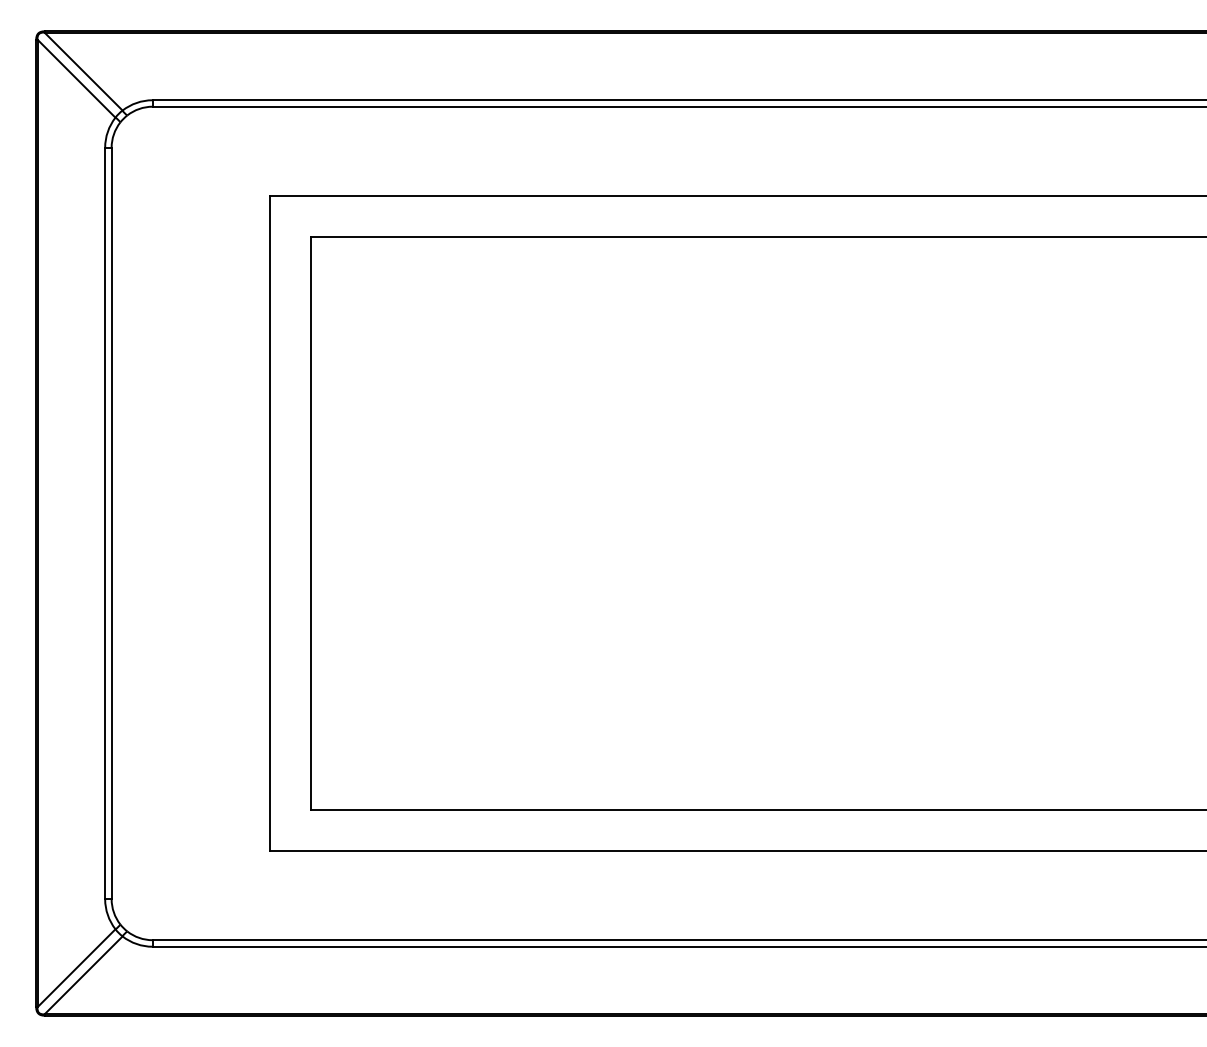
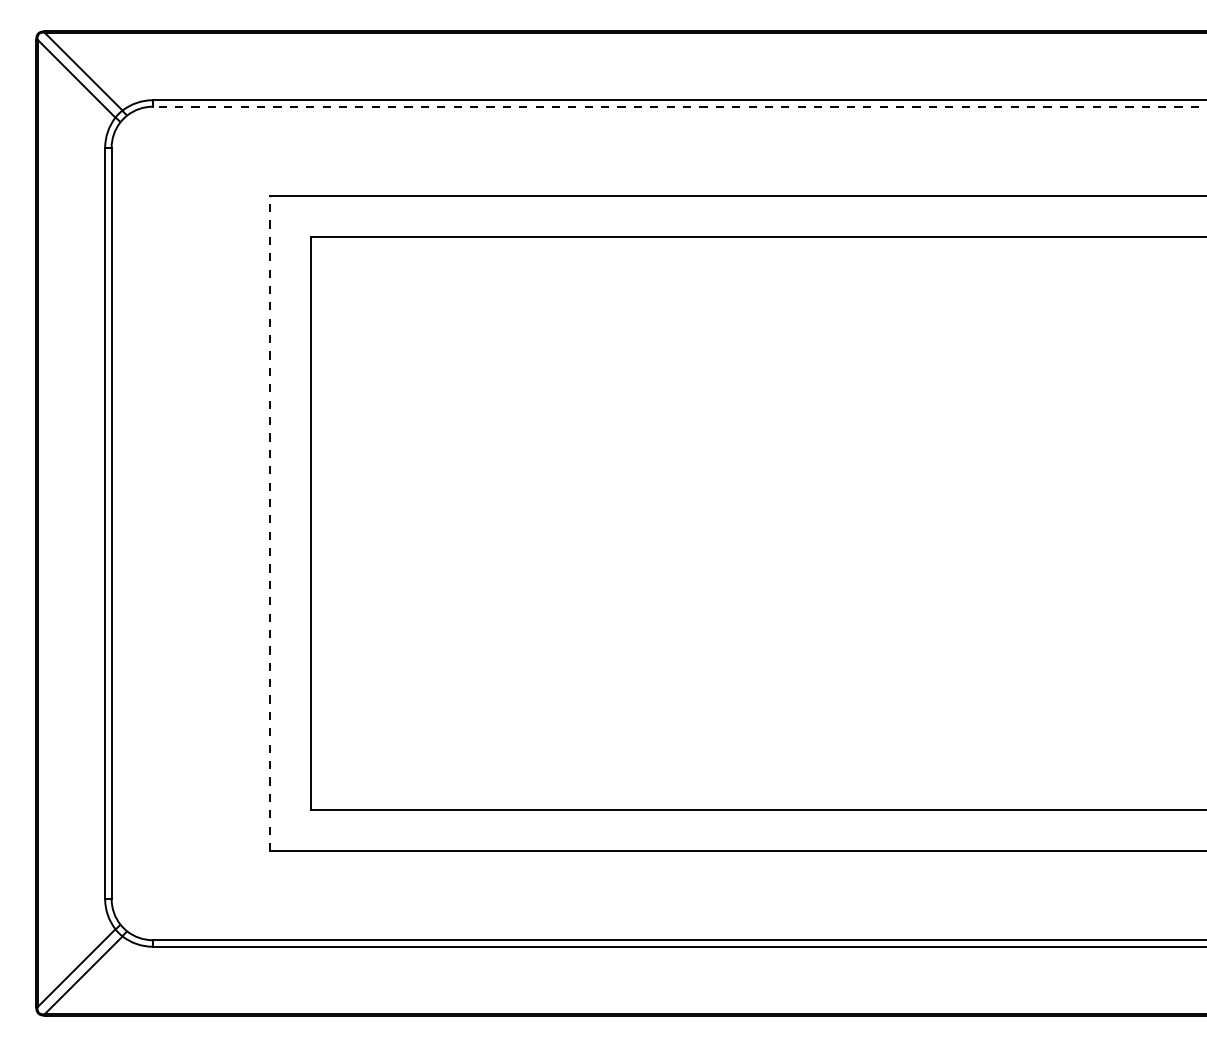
line at (679, 106): solid -> dashed
line at (270, 523): solid -> dashed
